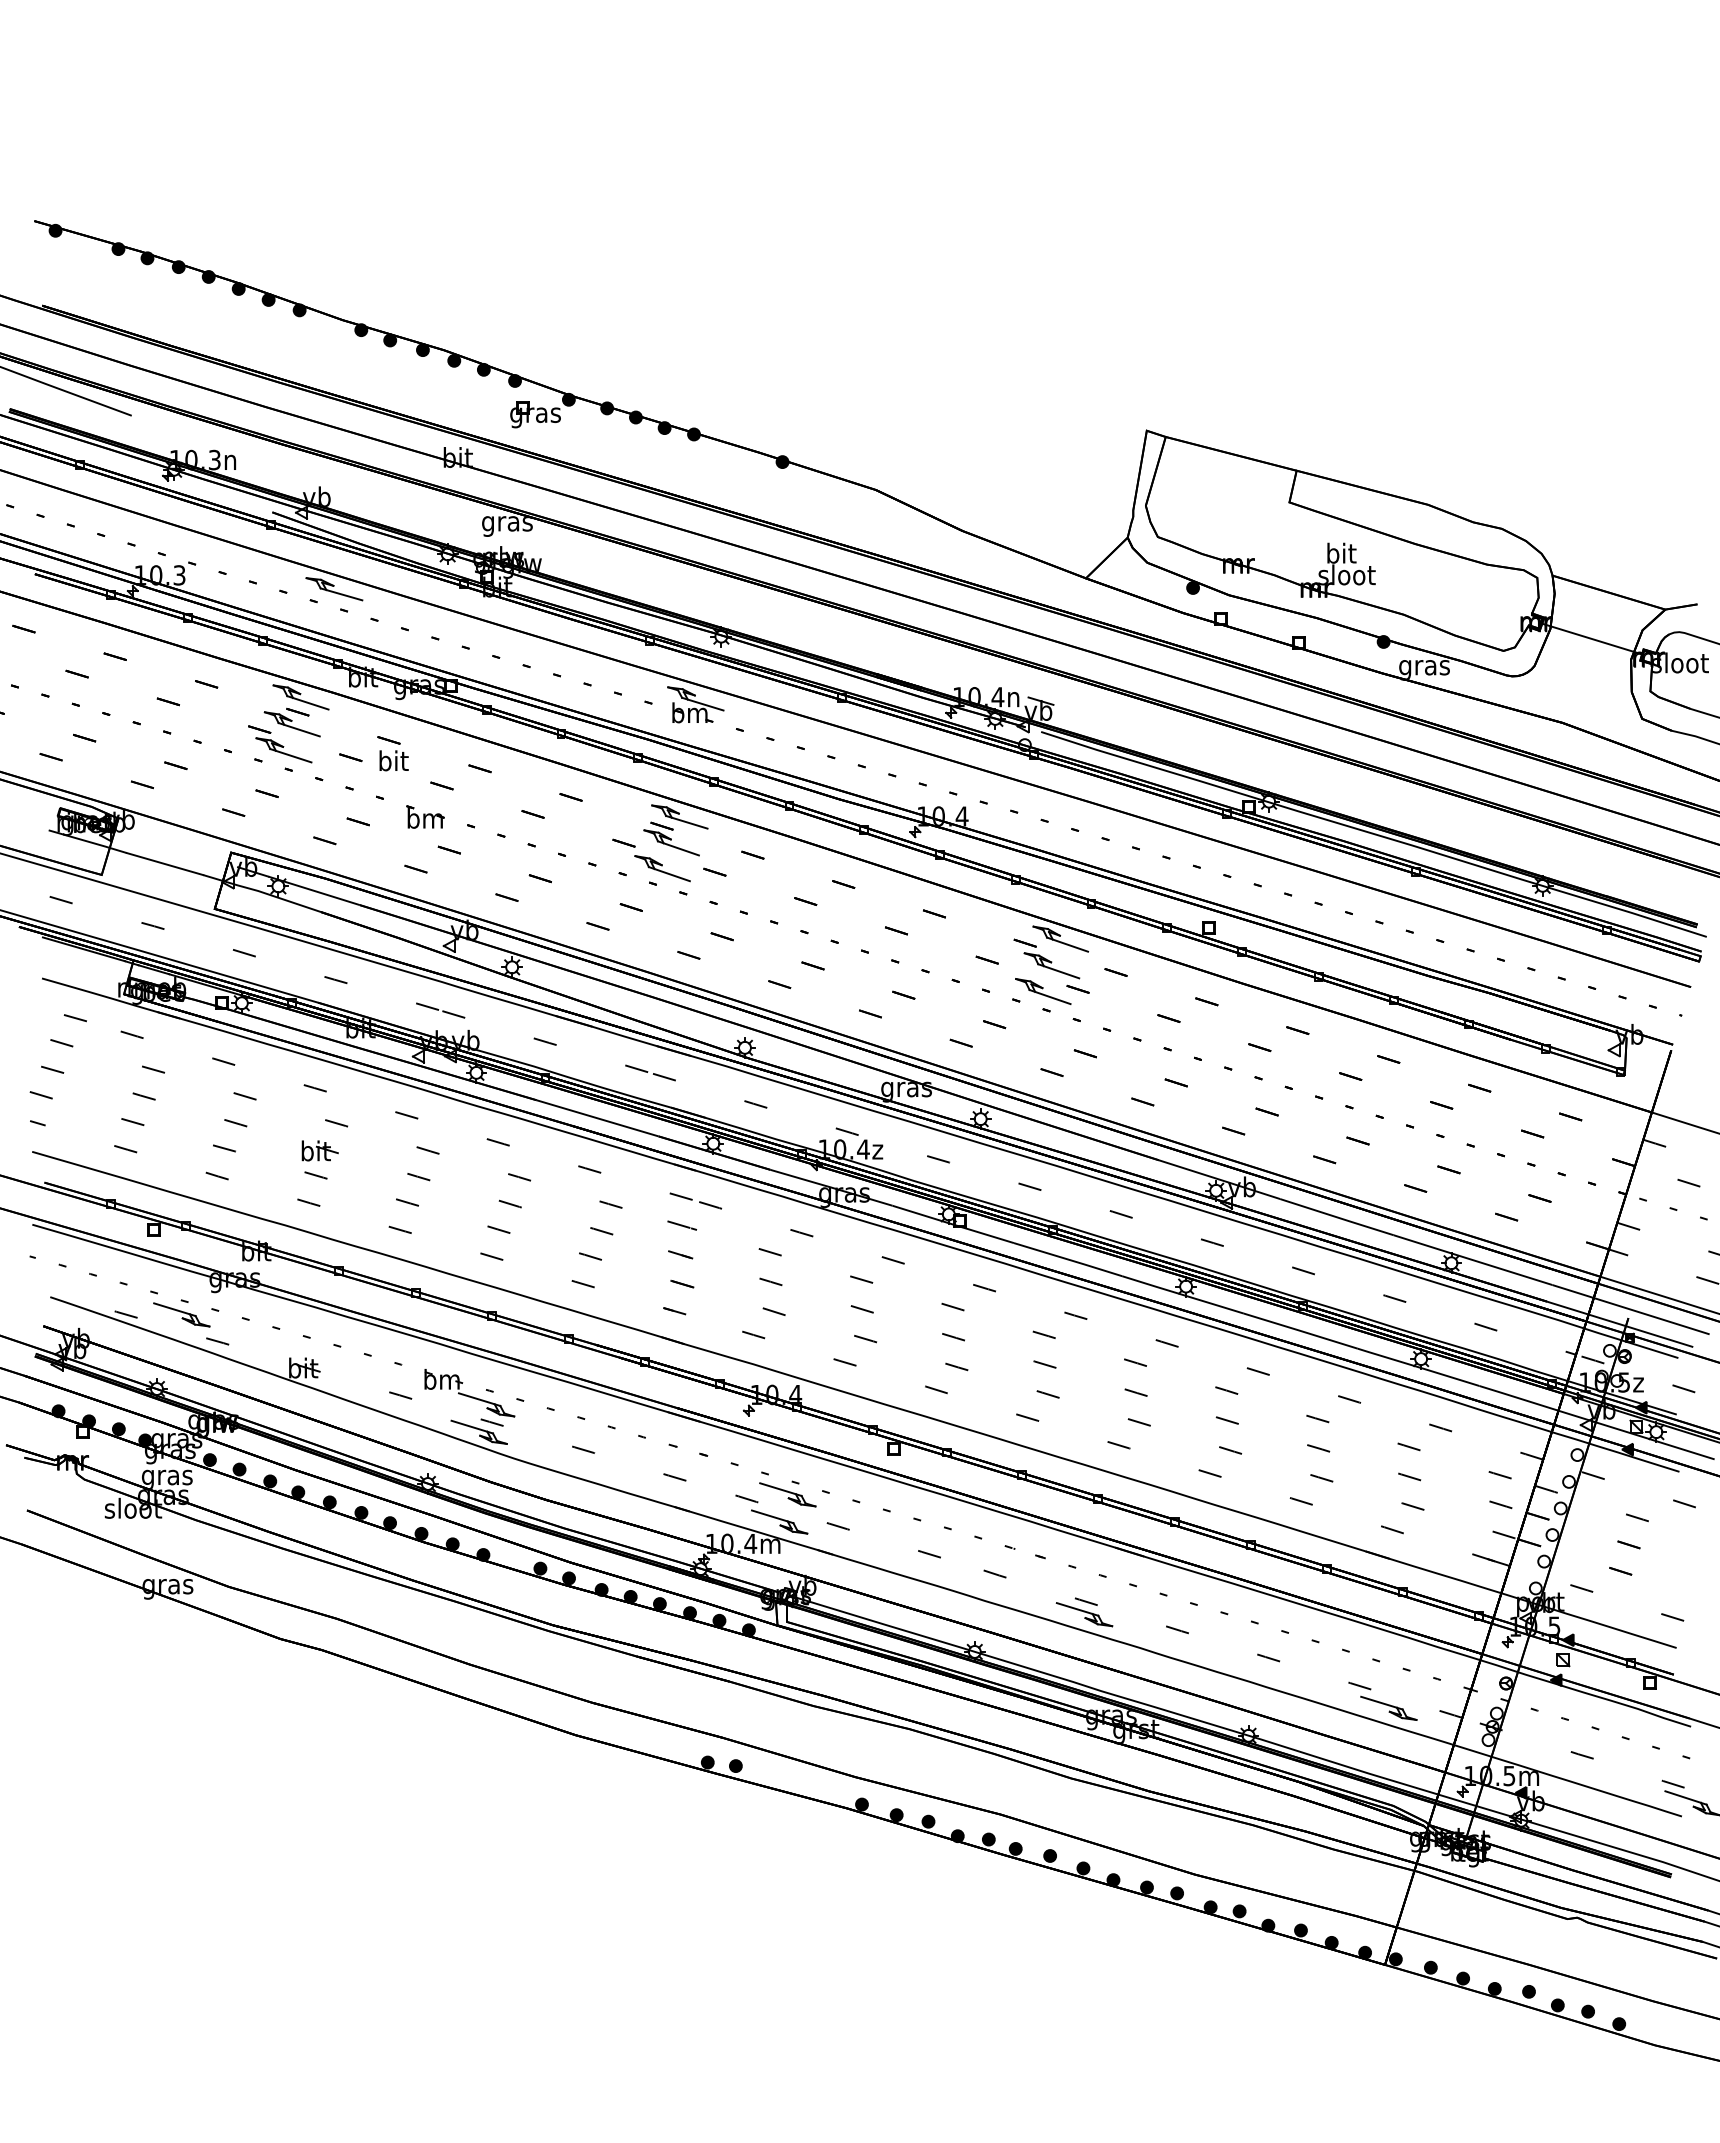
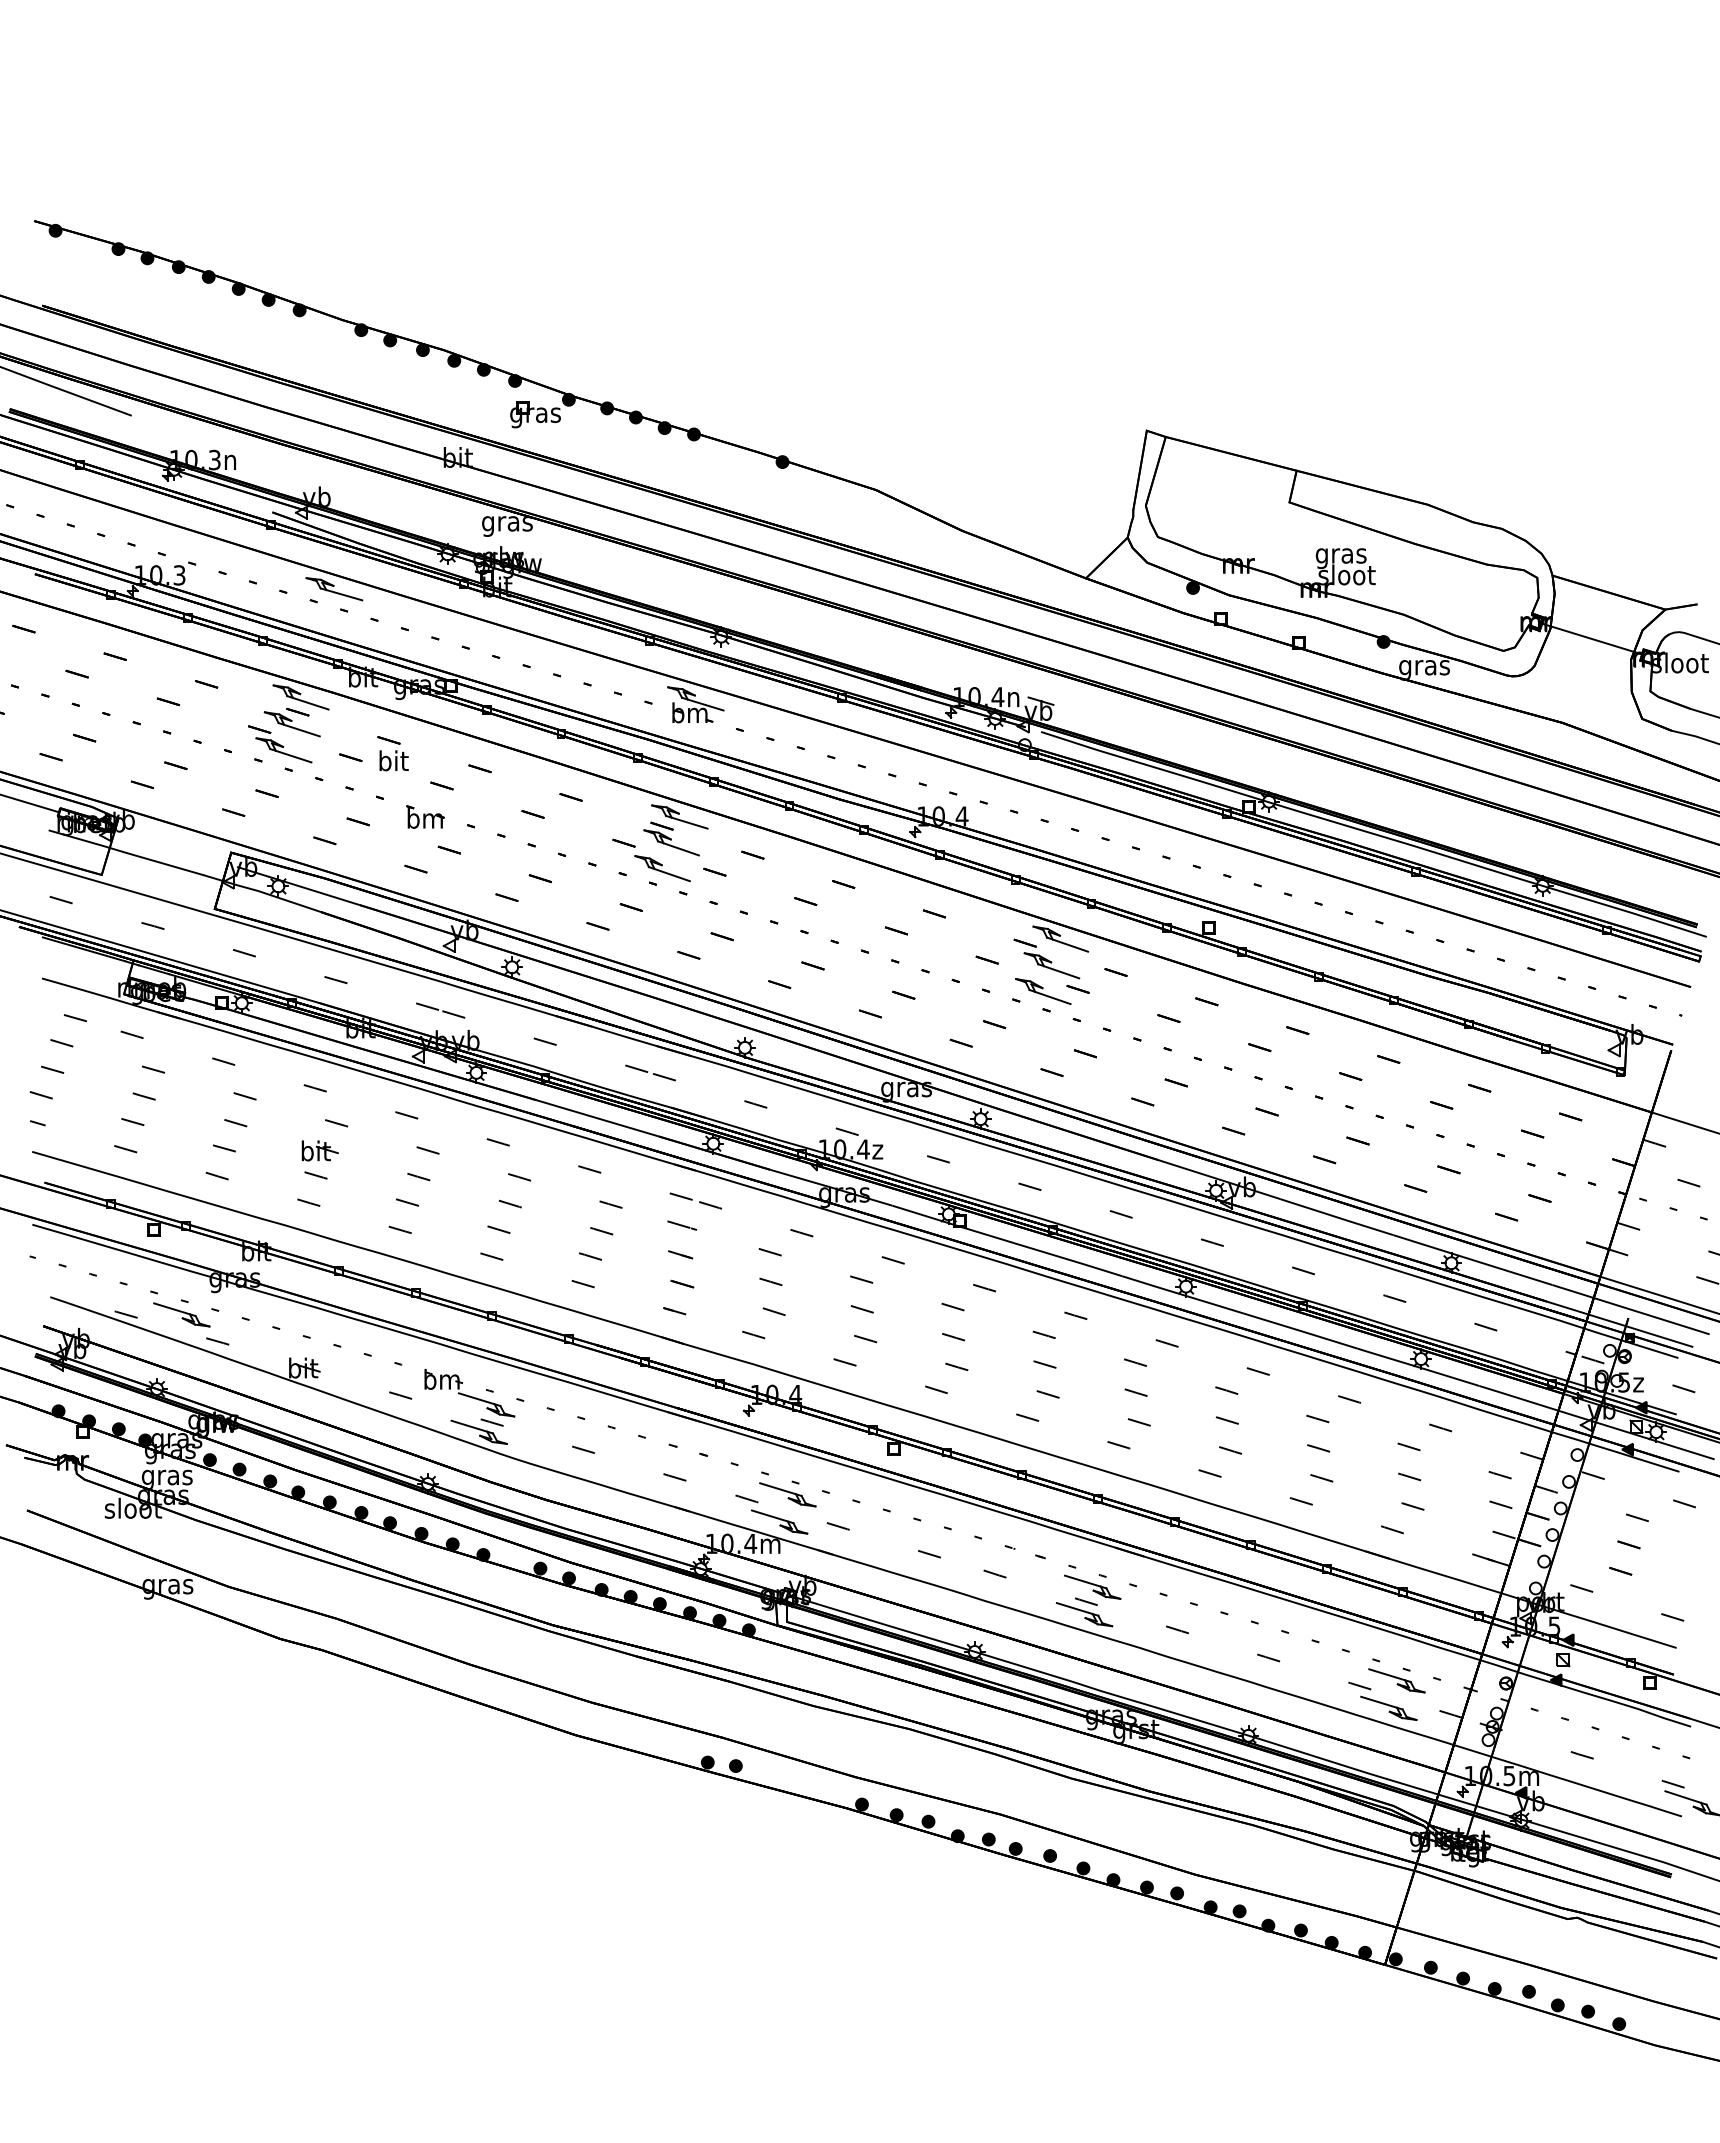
text at (1340, 555): bit -> gras
line at (30, 803): none -> present
part at (1092, 1586): none -> present
part at (1396, 1680): none -> present
